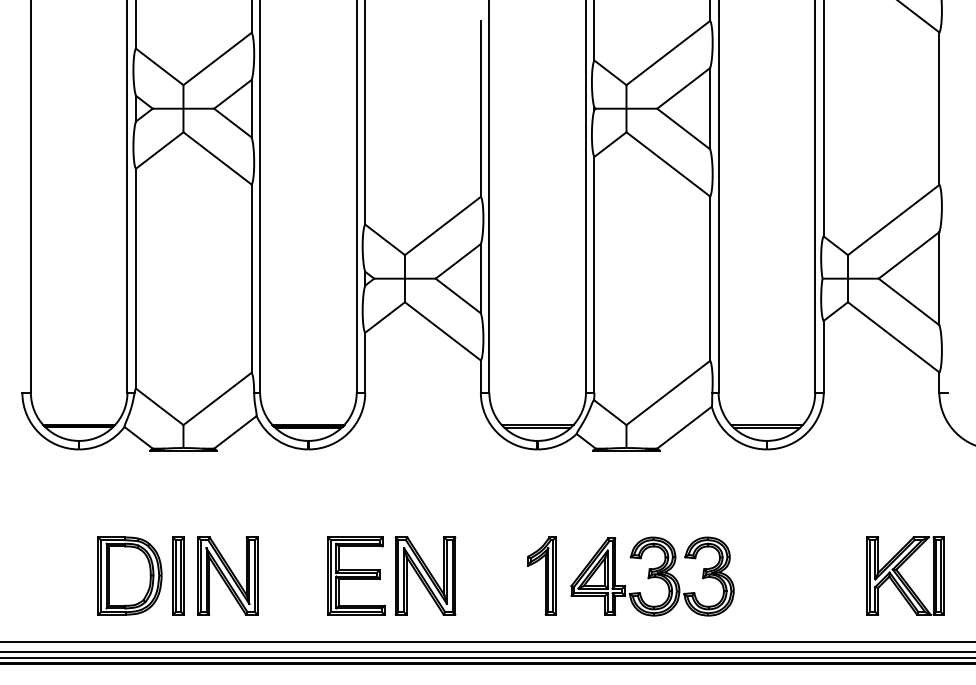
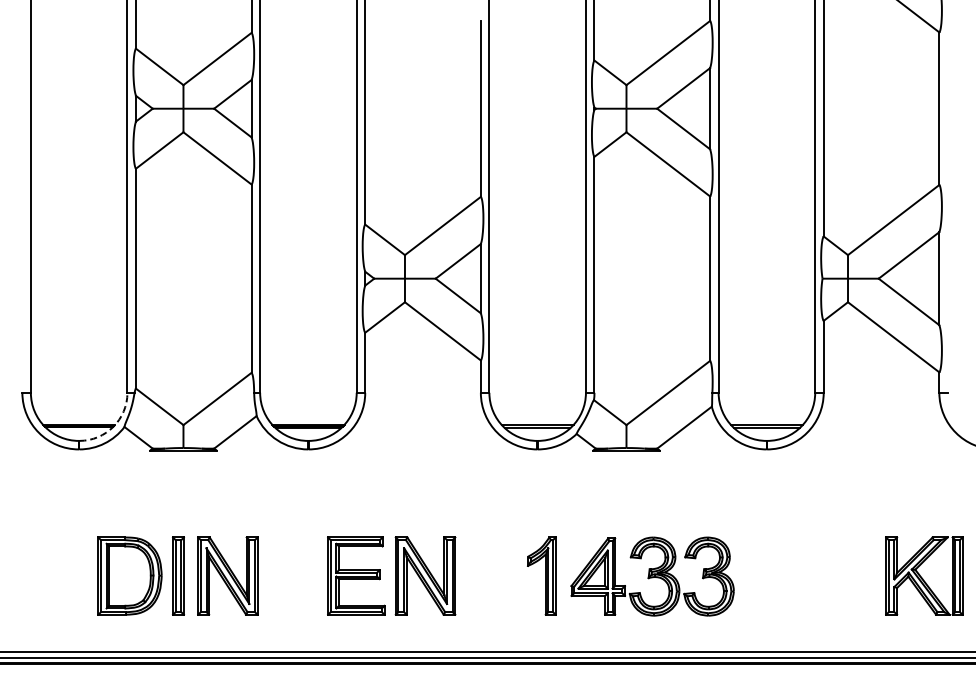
arc at (113, 426): solid -> dashed
part at (905, 575) position: (905, 575) -> (924, 575)
line at (487, 641): present -> none
